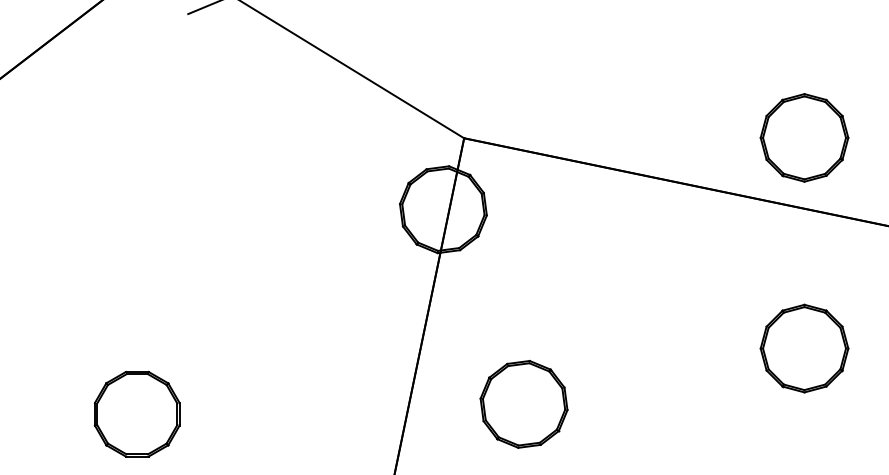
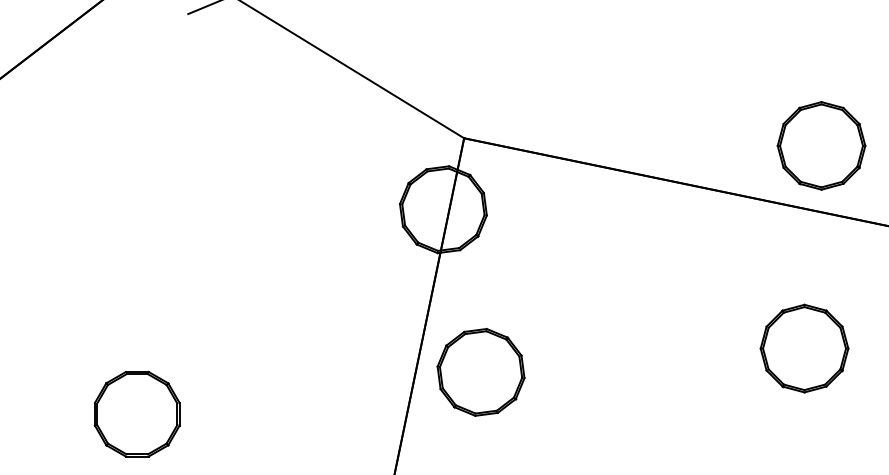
part at (804, 137) position: (804, 137) -> (821, 145)
part at (523, 404) position: (523, 404) -> (480, 372)
